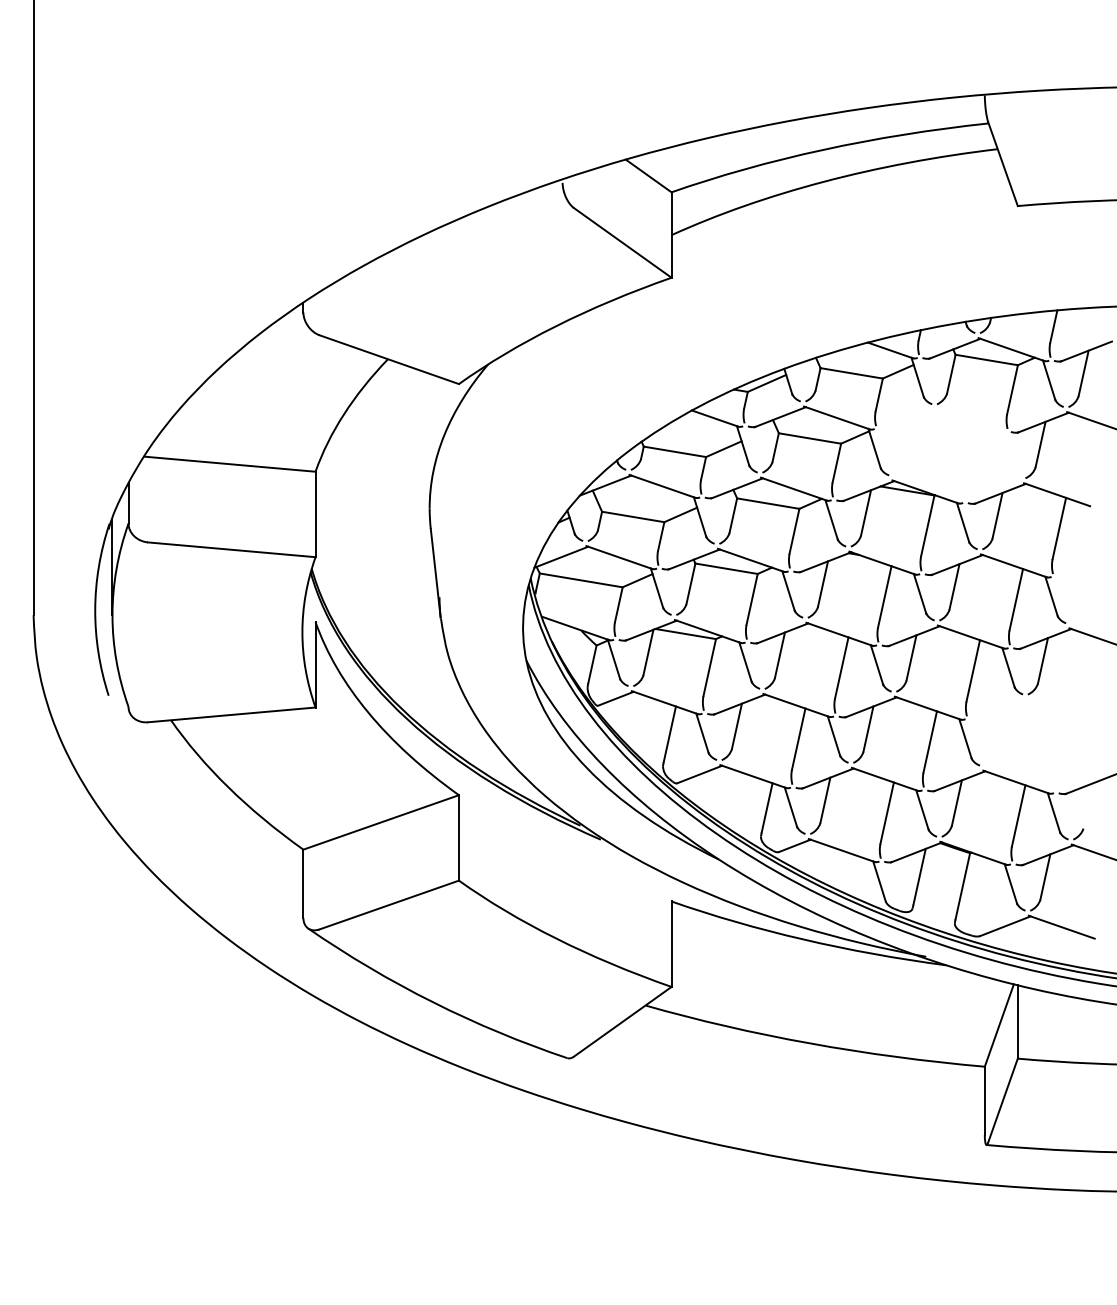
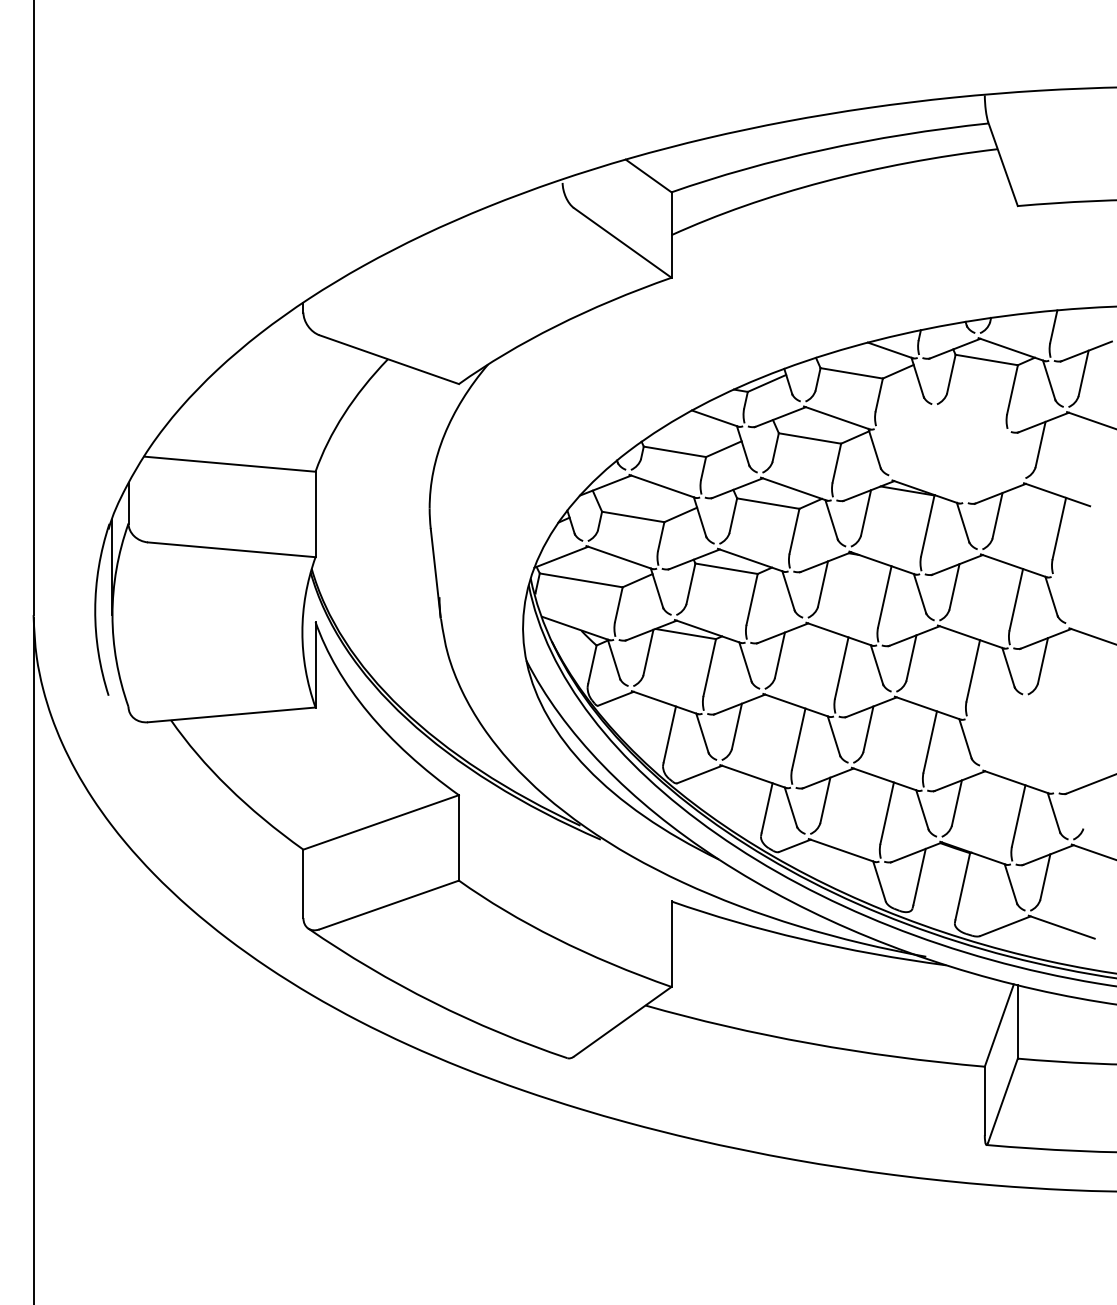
line at (33, 959): none -> present
